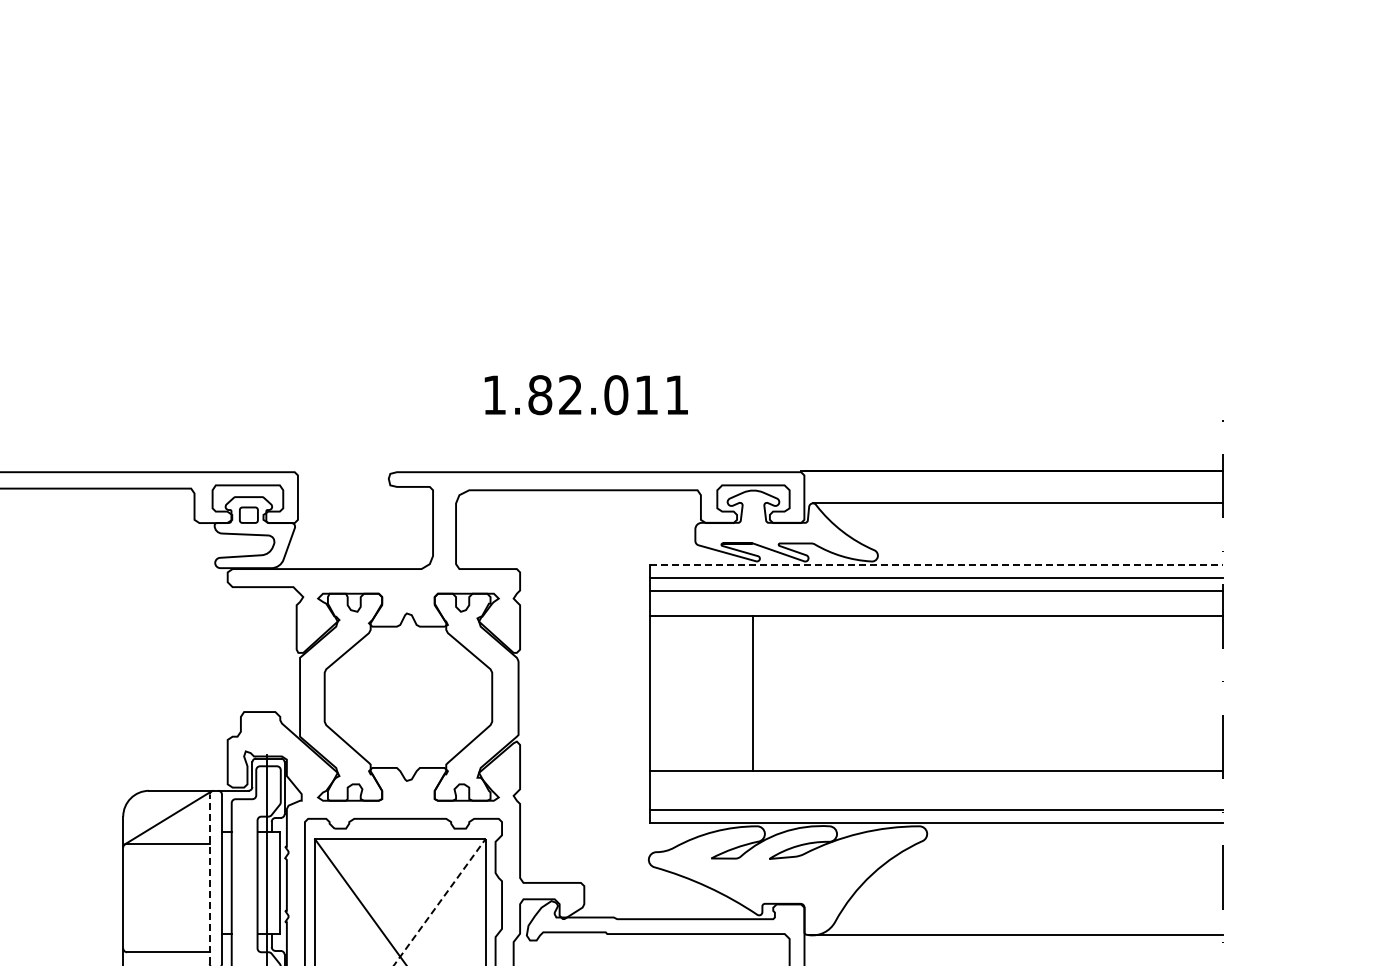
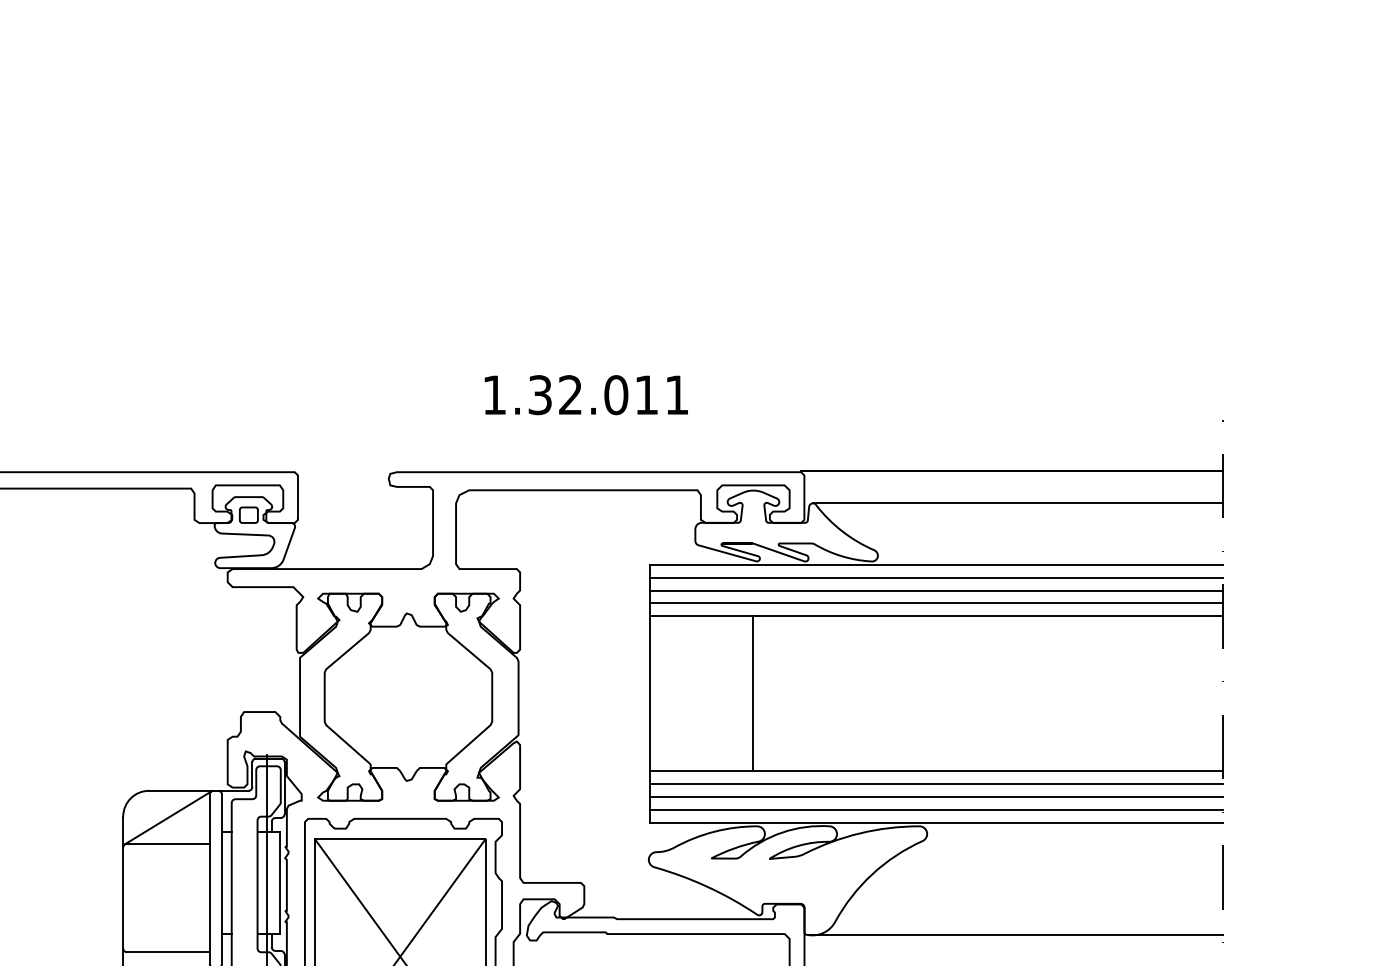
text at (540, 395): 1.82.011 -> 1.32.011
line at (936, 564): dashed -> solid
line at (935, 603): none -> present
line at (935, 784): none -> present
line at (935, 797): none -> present
line at (209, 879): dashed -> solid
line at (439, 902): dashed -> solid
